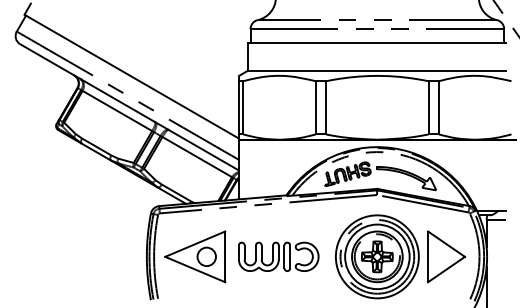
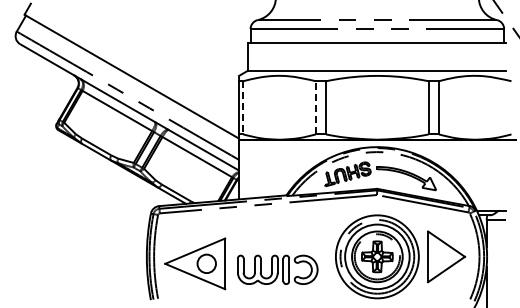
line at (243, 107): solid -> dashed
line at (315, 107): solid -> dashed
part at (195, 256) position: (195, 256) -> (195, 263)
part at (278, 256) position: (278, 256) -> (277, 269)
